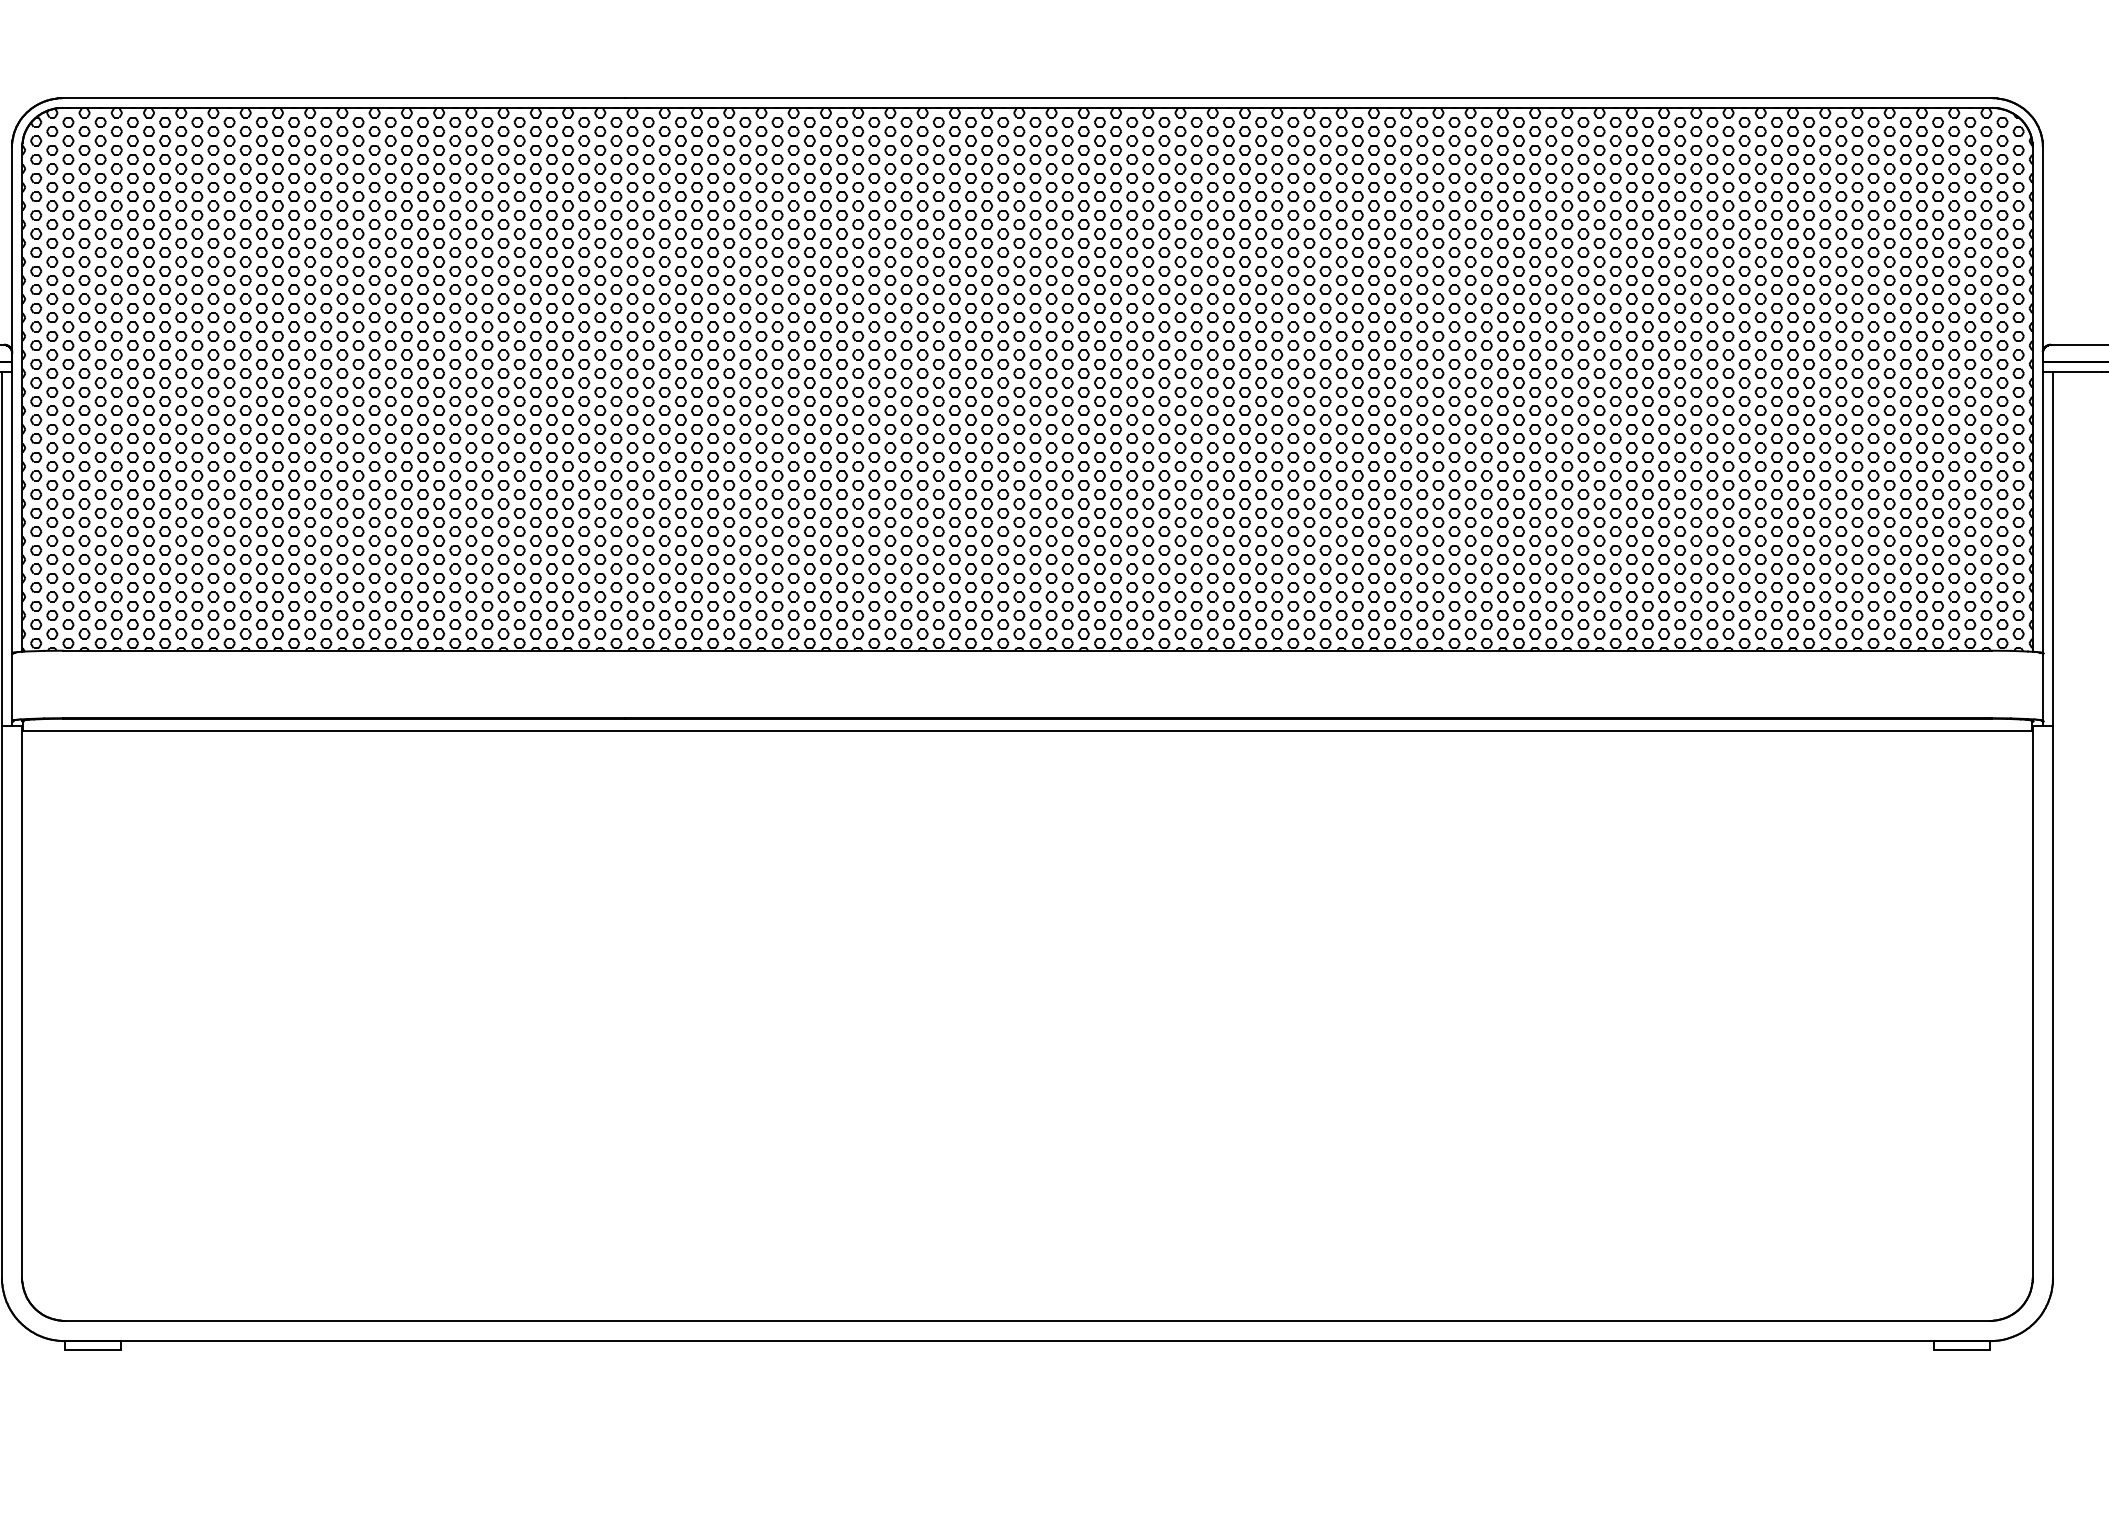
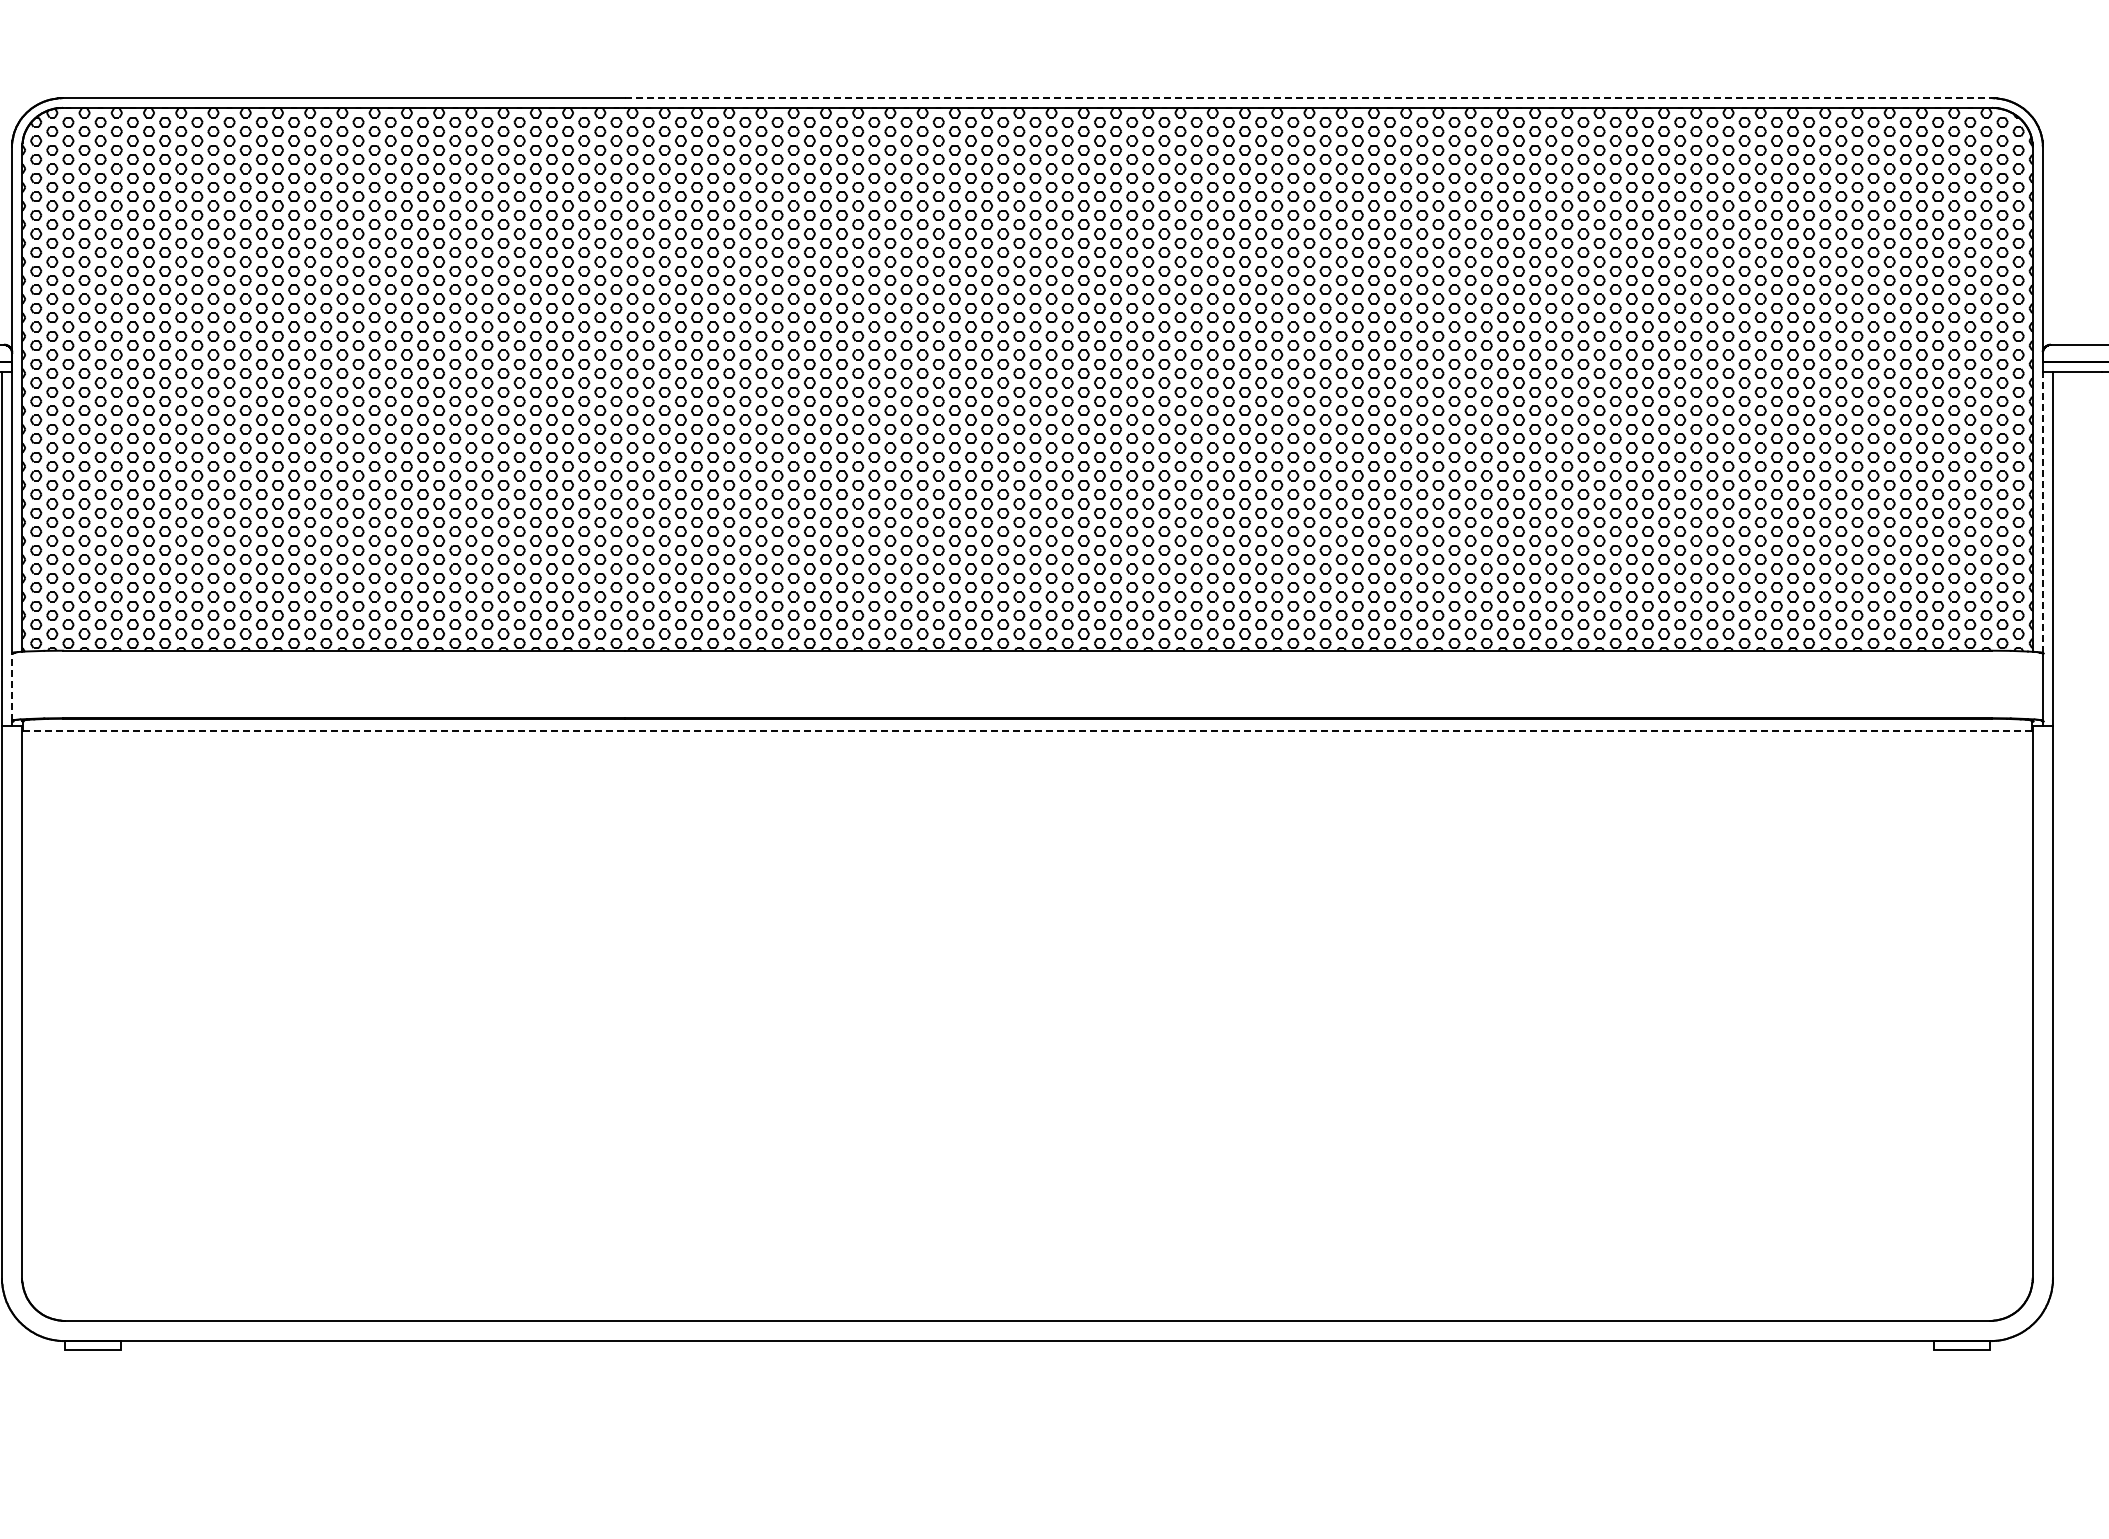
line at (1308, 98): solid -> dashed
line at (2042, 512): solid -> dashed
line at (12, 687): solid -> dashed
line at (1028, 731): solid -> dashed
